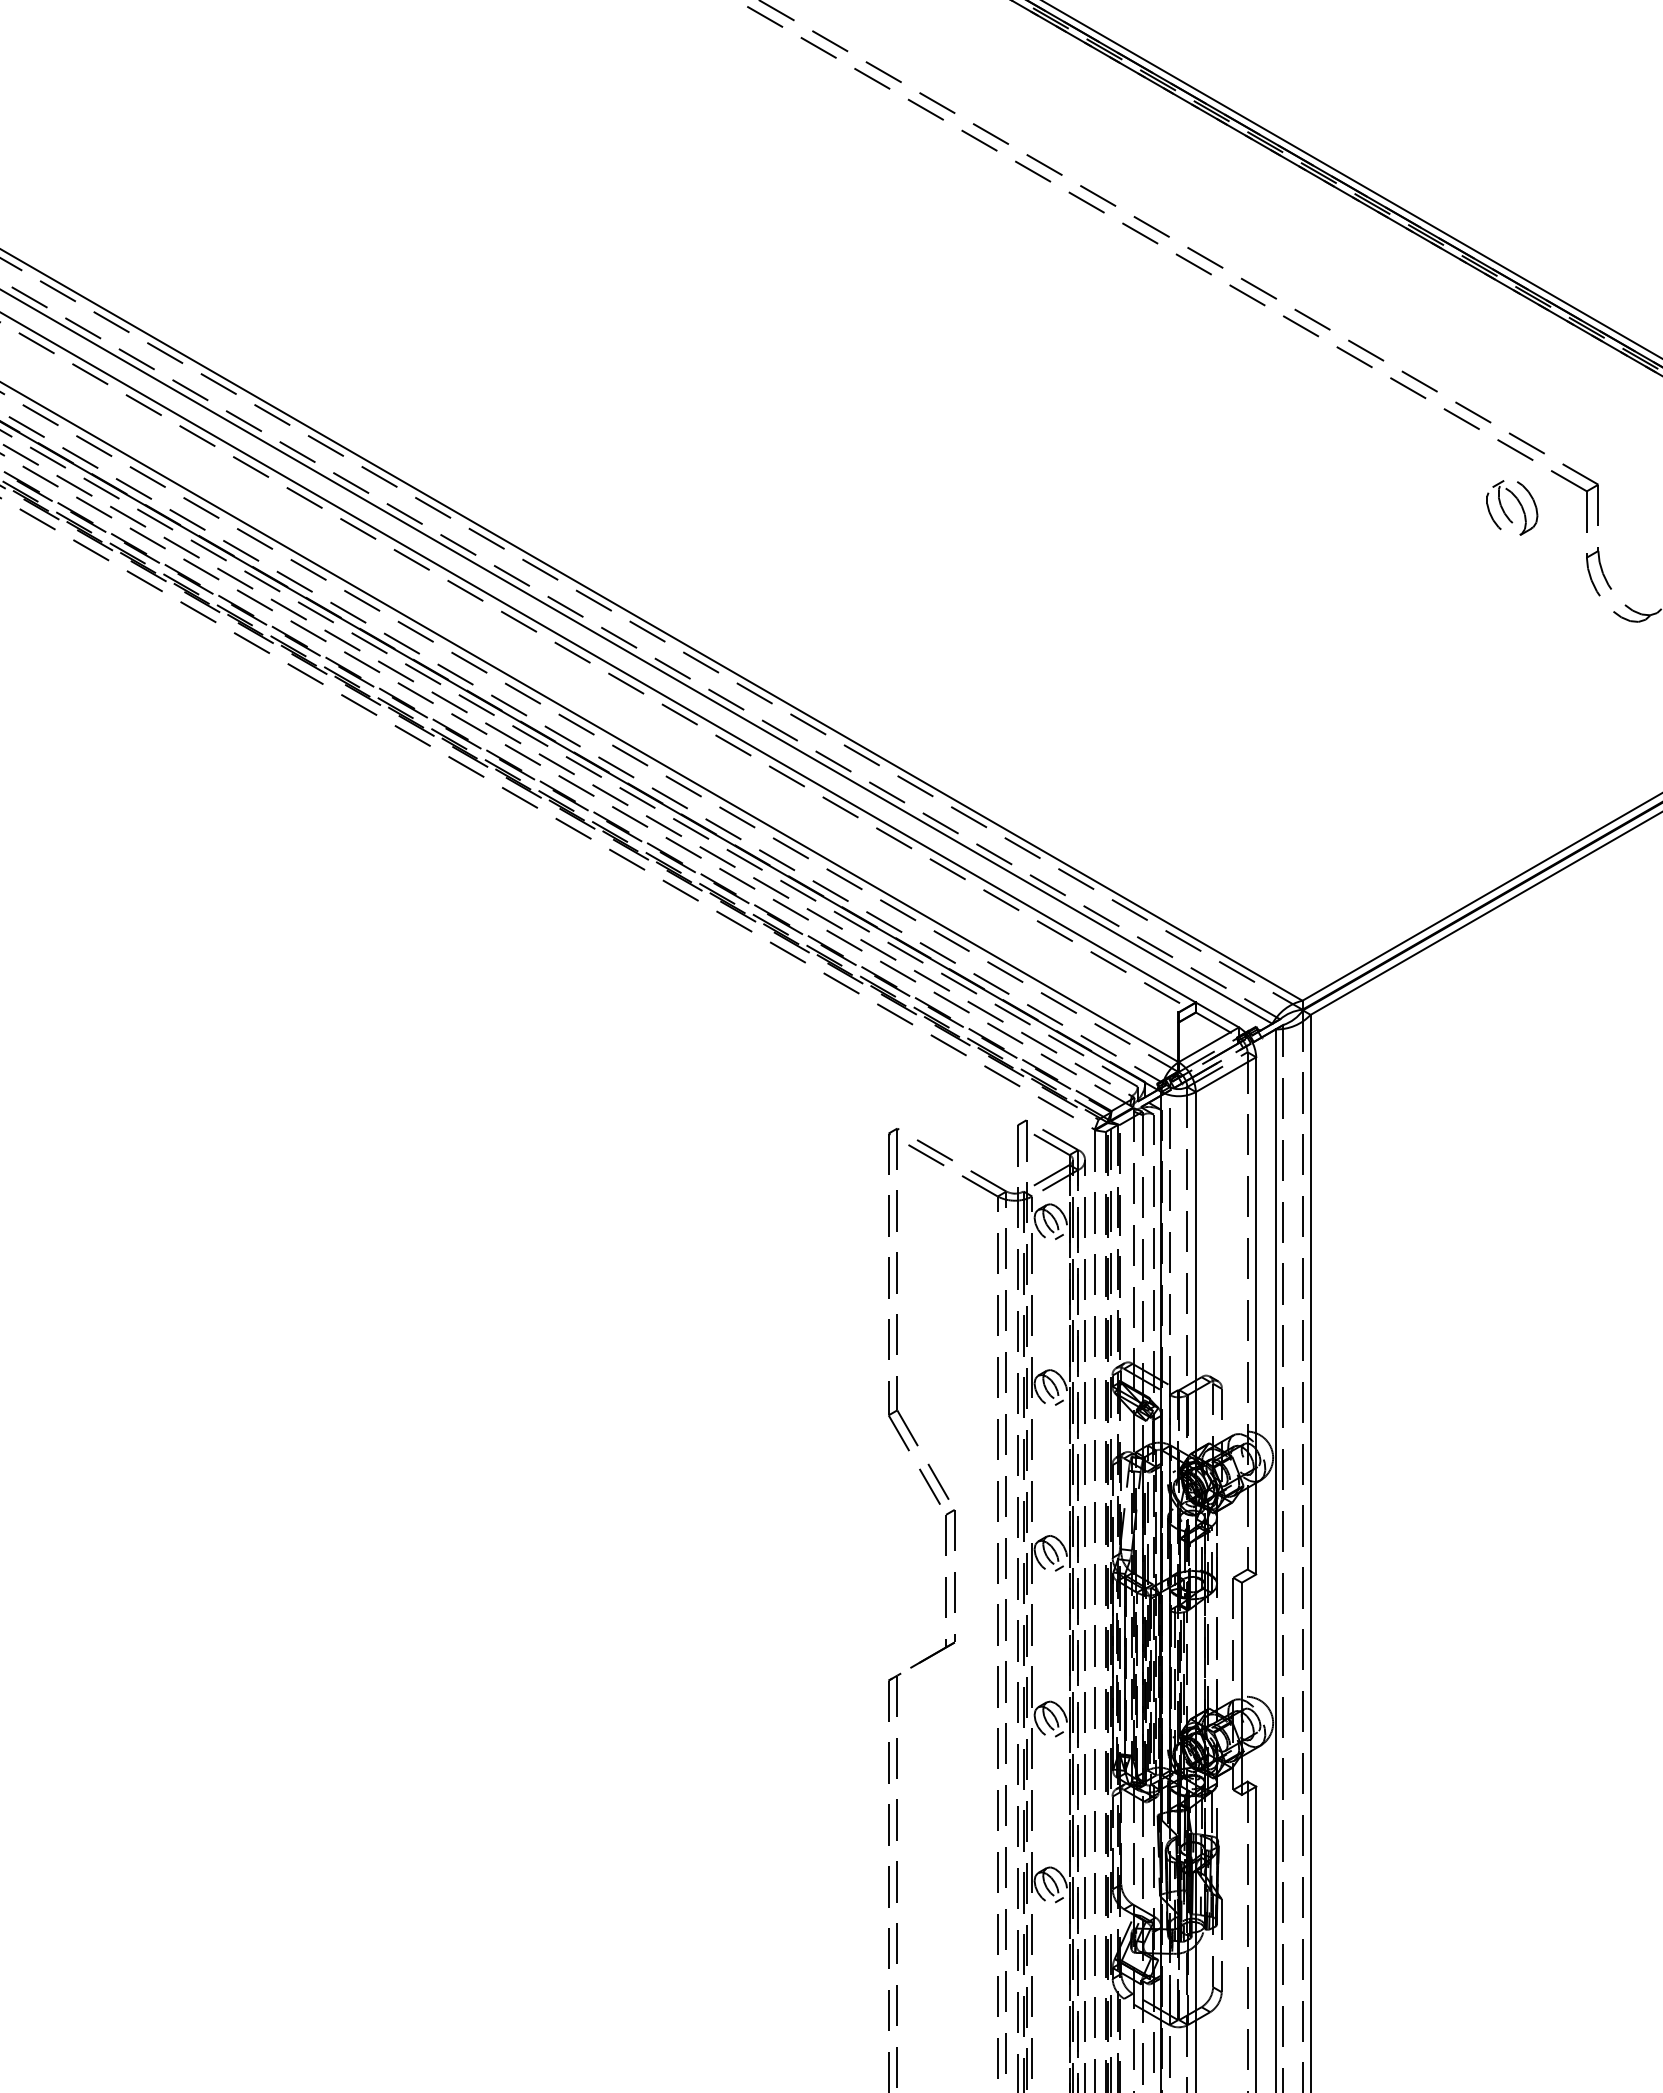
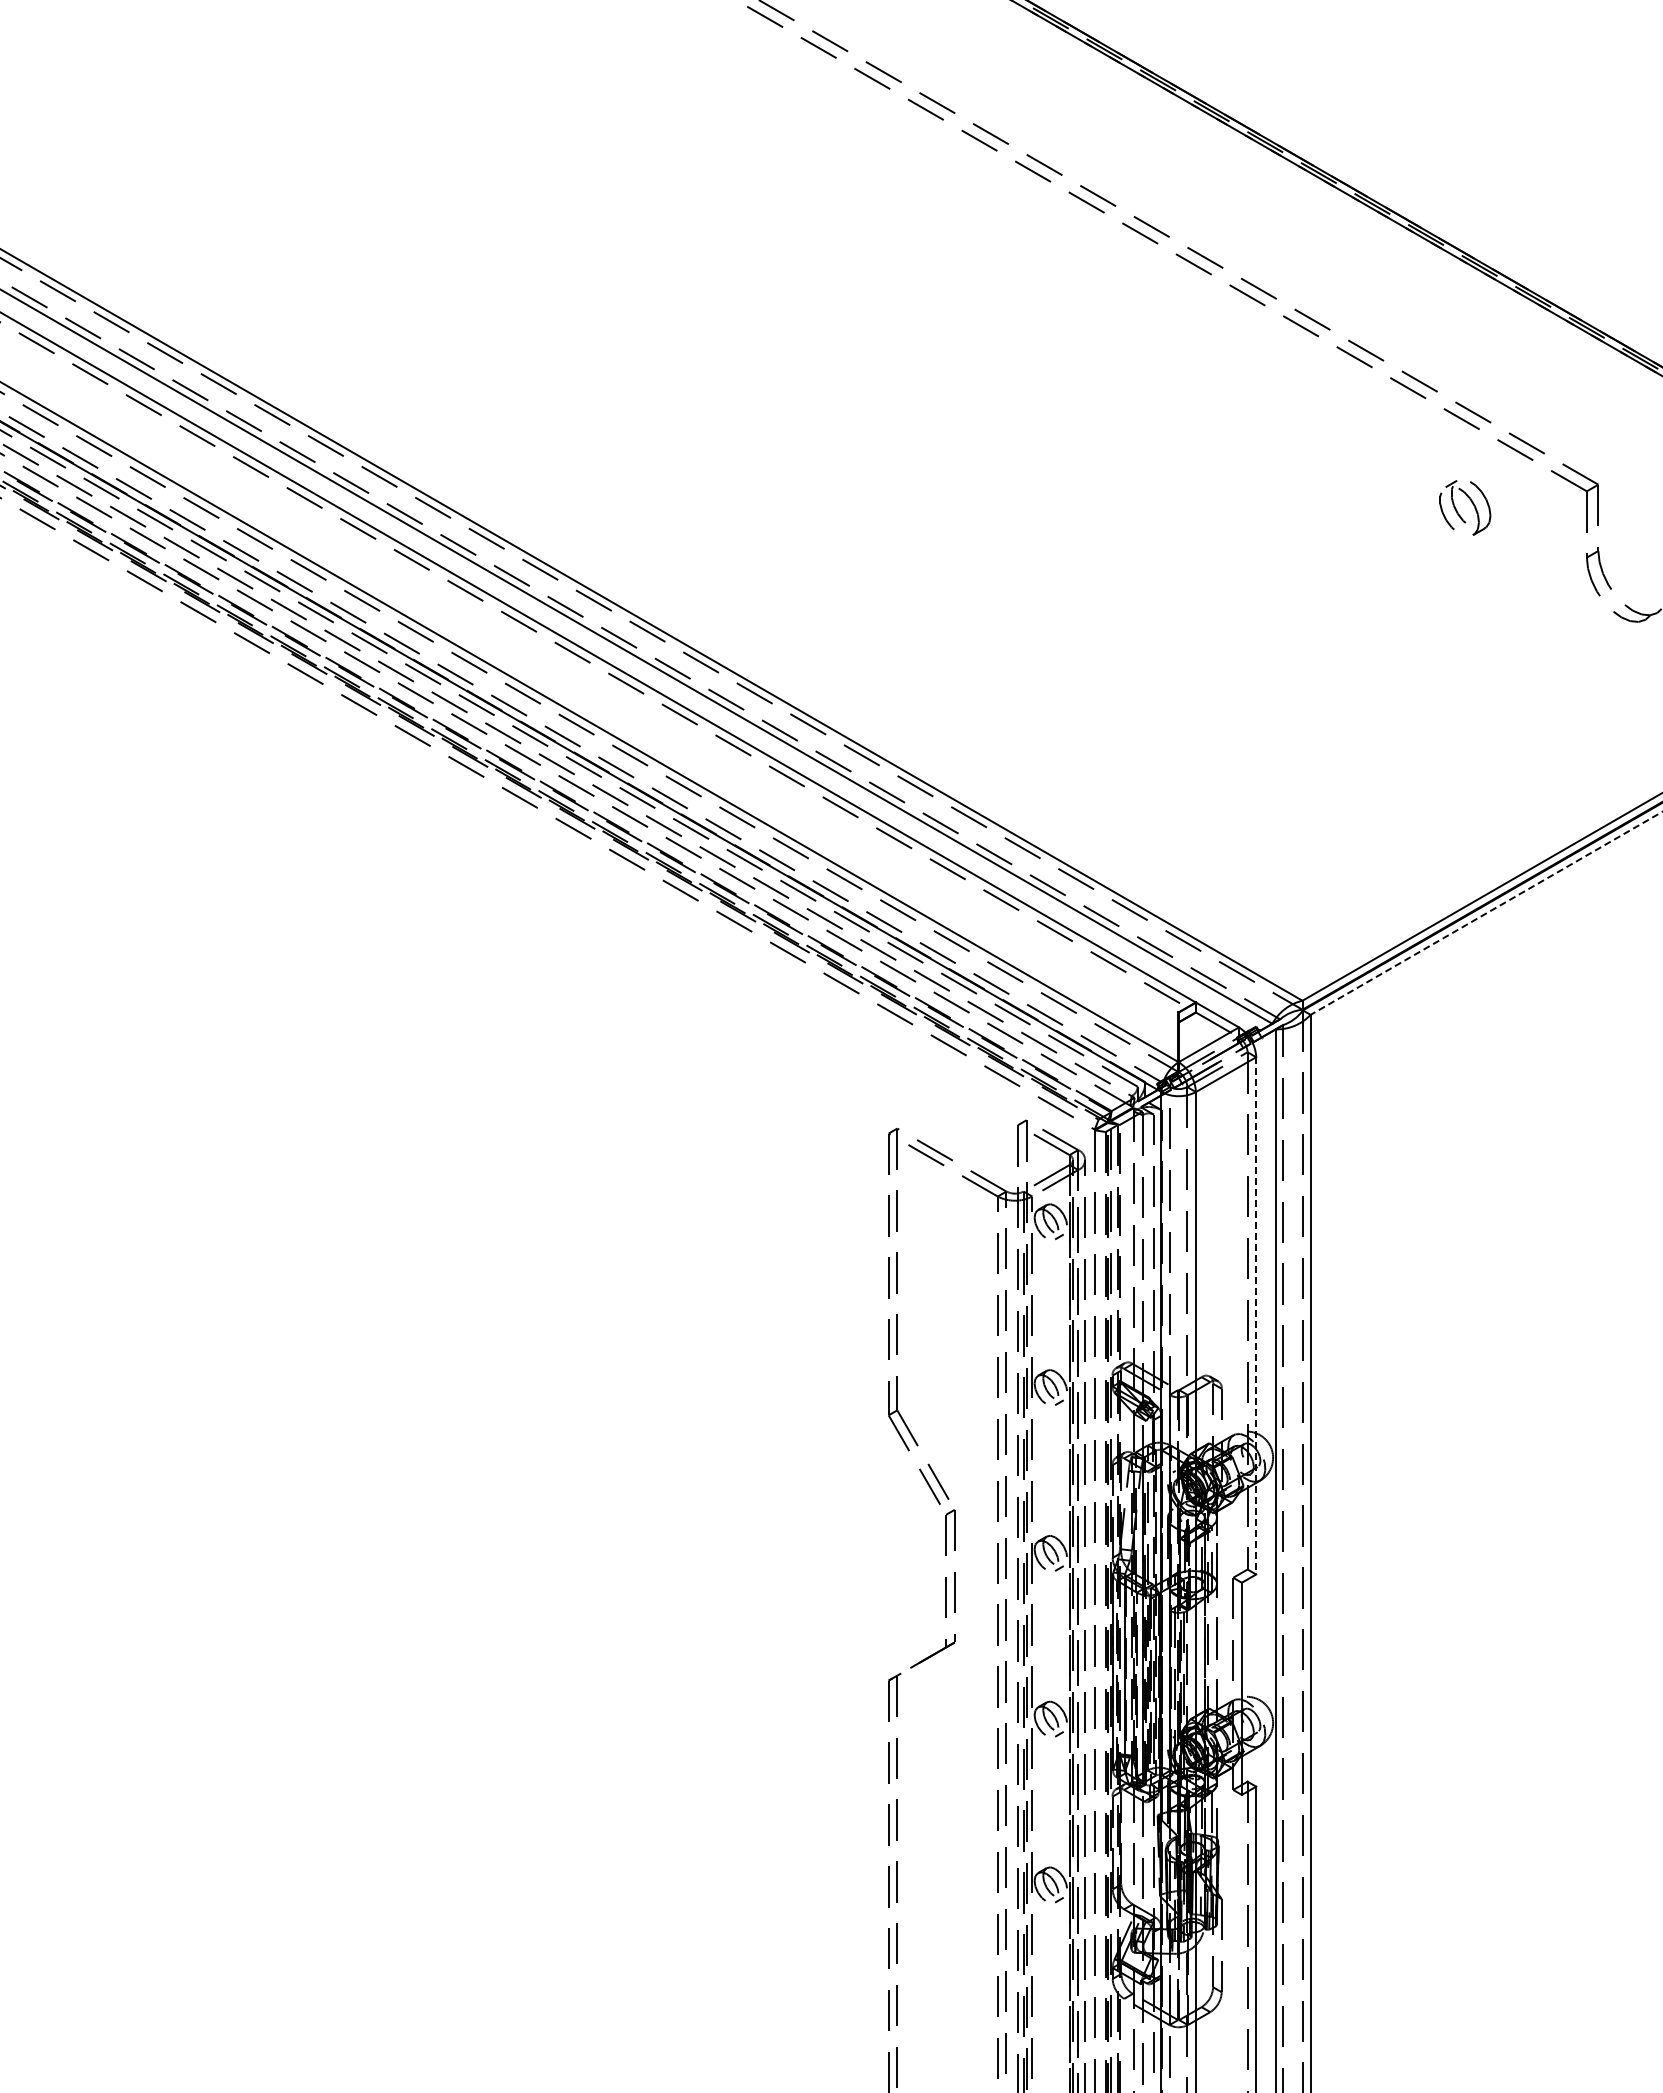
line at (1351, 179): present -> none
part at (1519, 504) position: (1519, 504) -> (1472, 504)
line at (1486, 913): solid -> dashed
line at (1256, 1315): solid -> dashed
